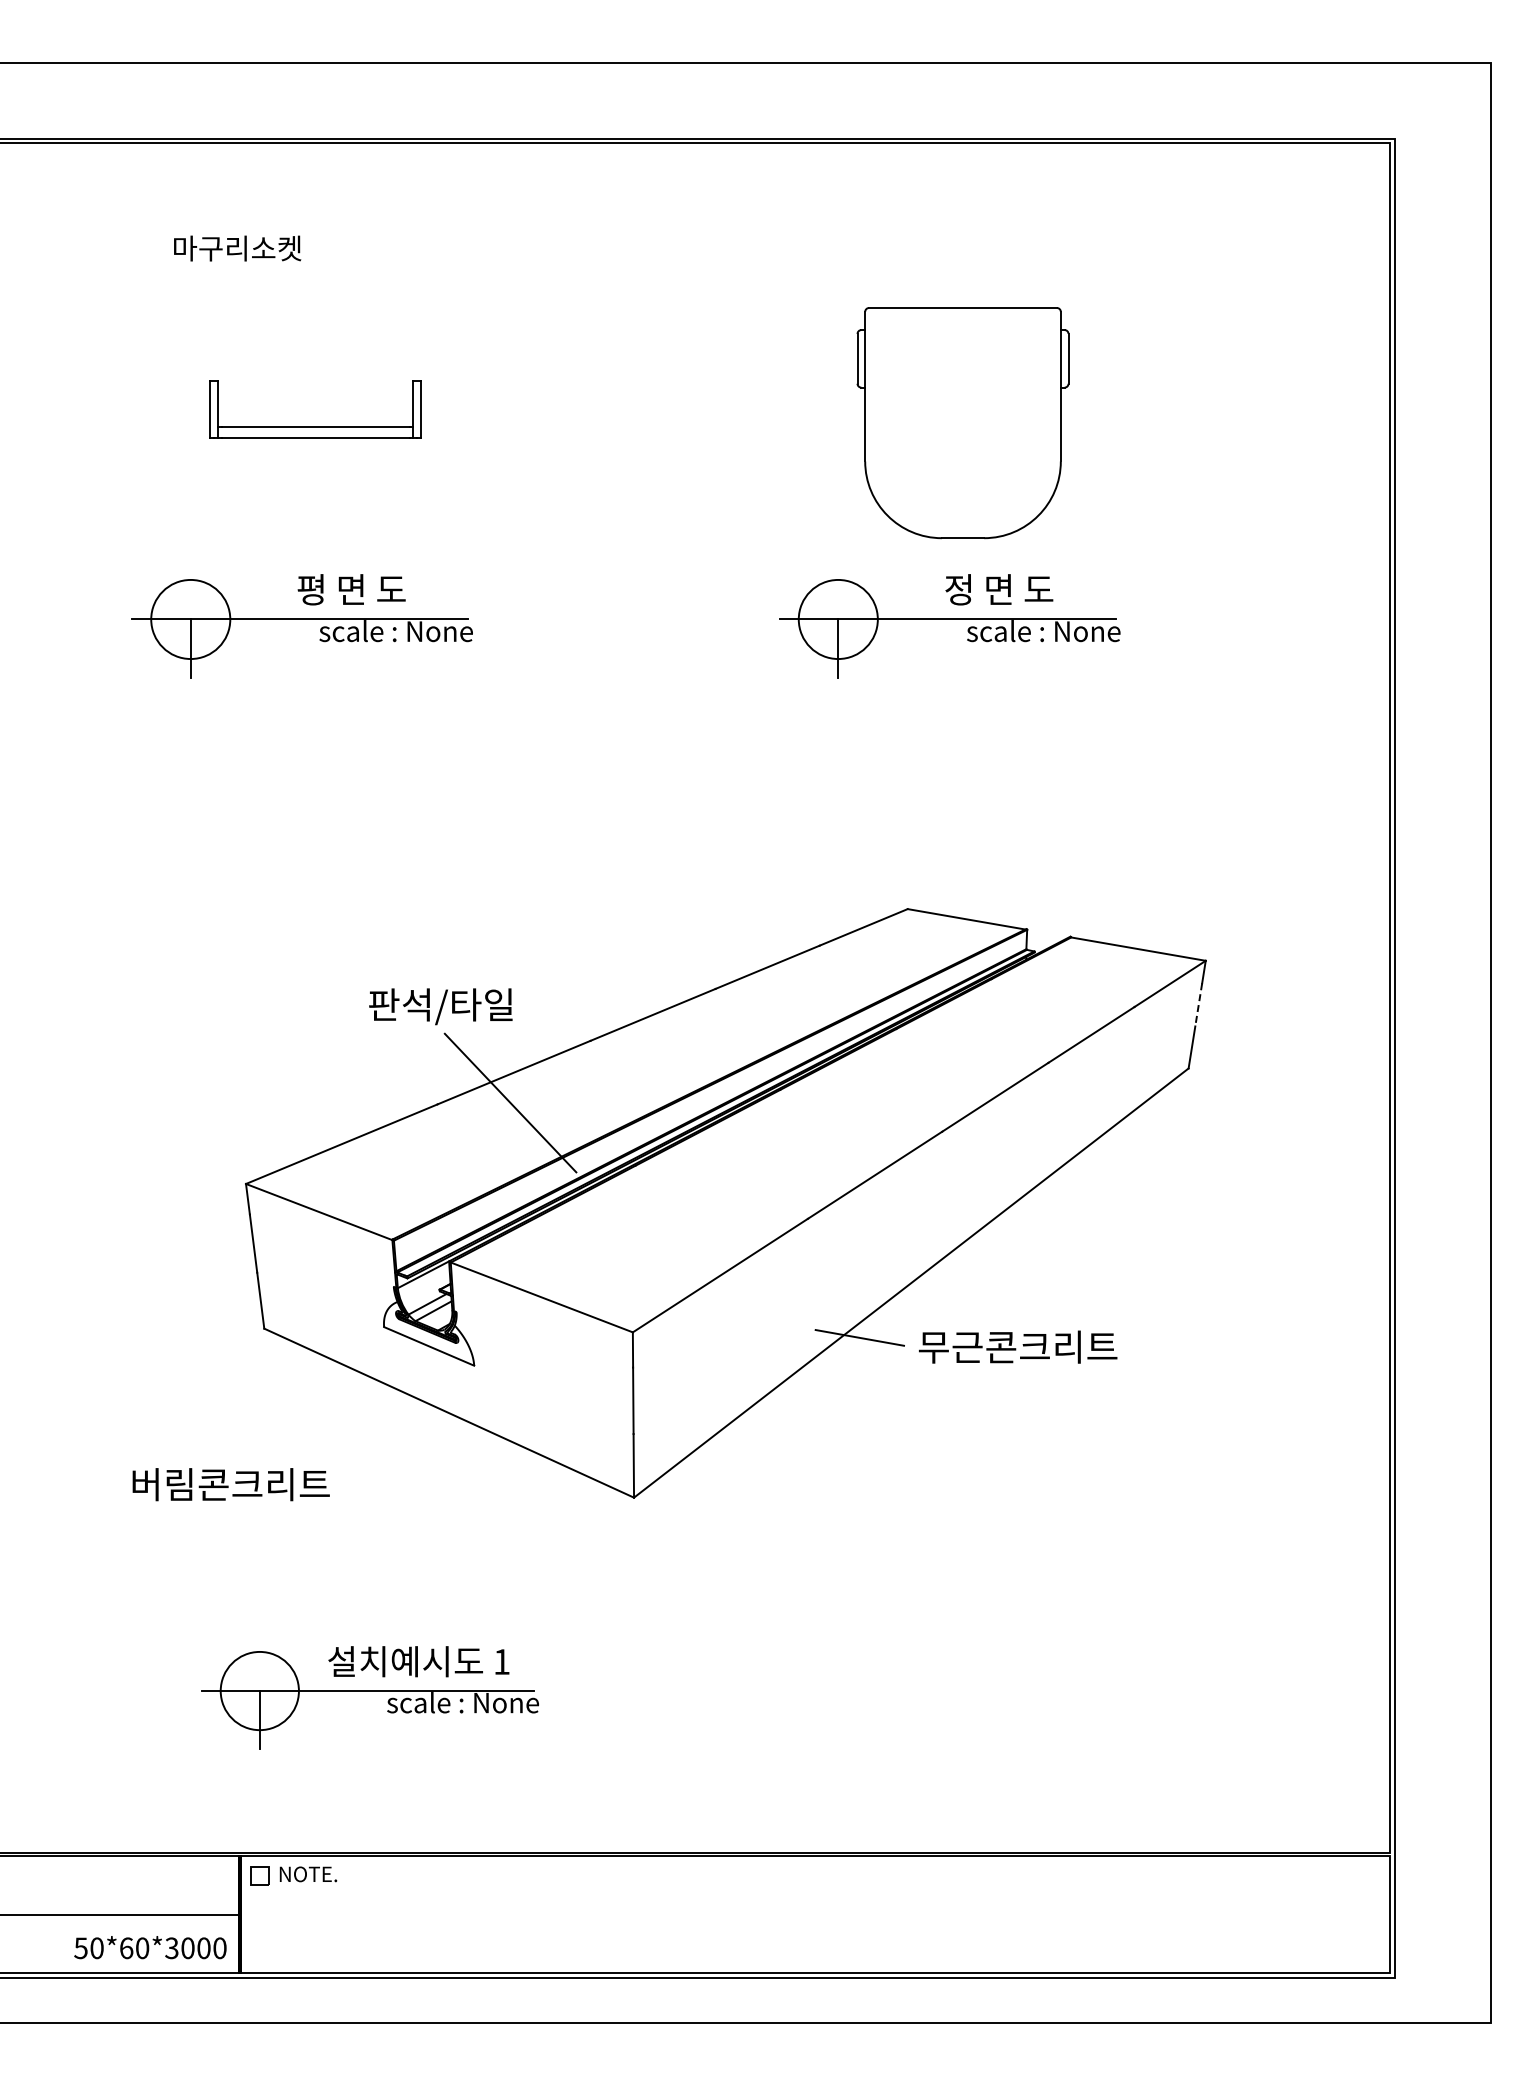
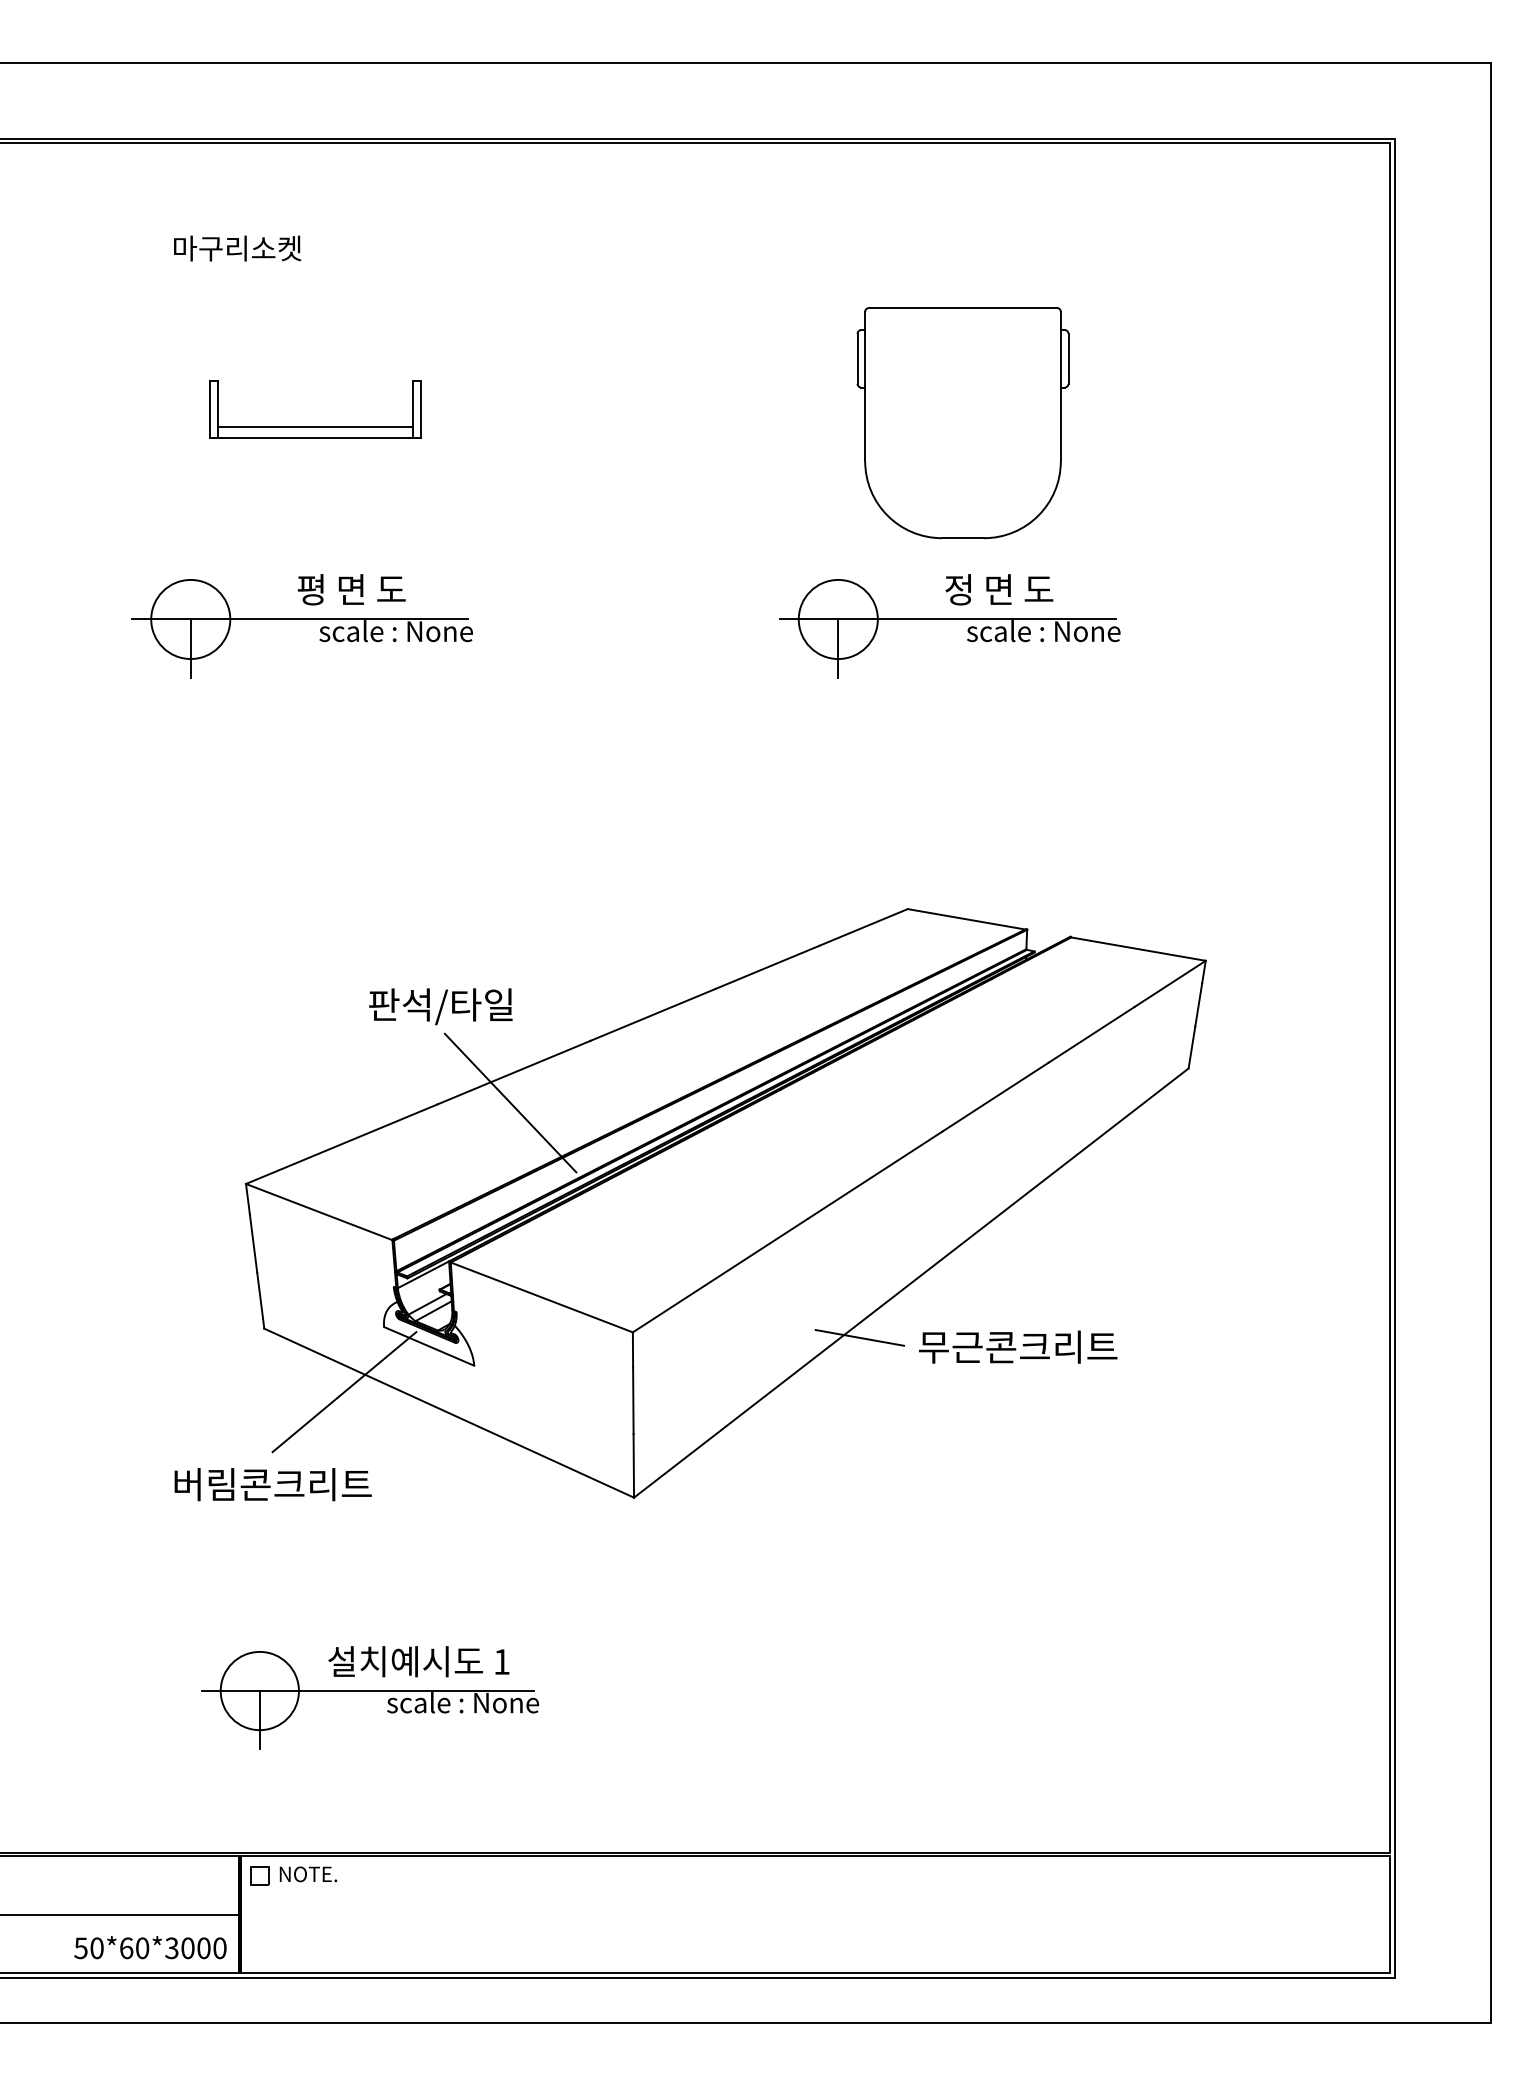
line at (1198, 1004): dashed -> solid
line at (344, 1392): none -> present
text at (230, 1484) position: (230, 1484) -> (272, 1484)
